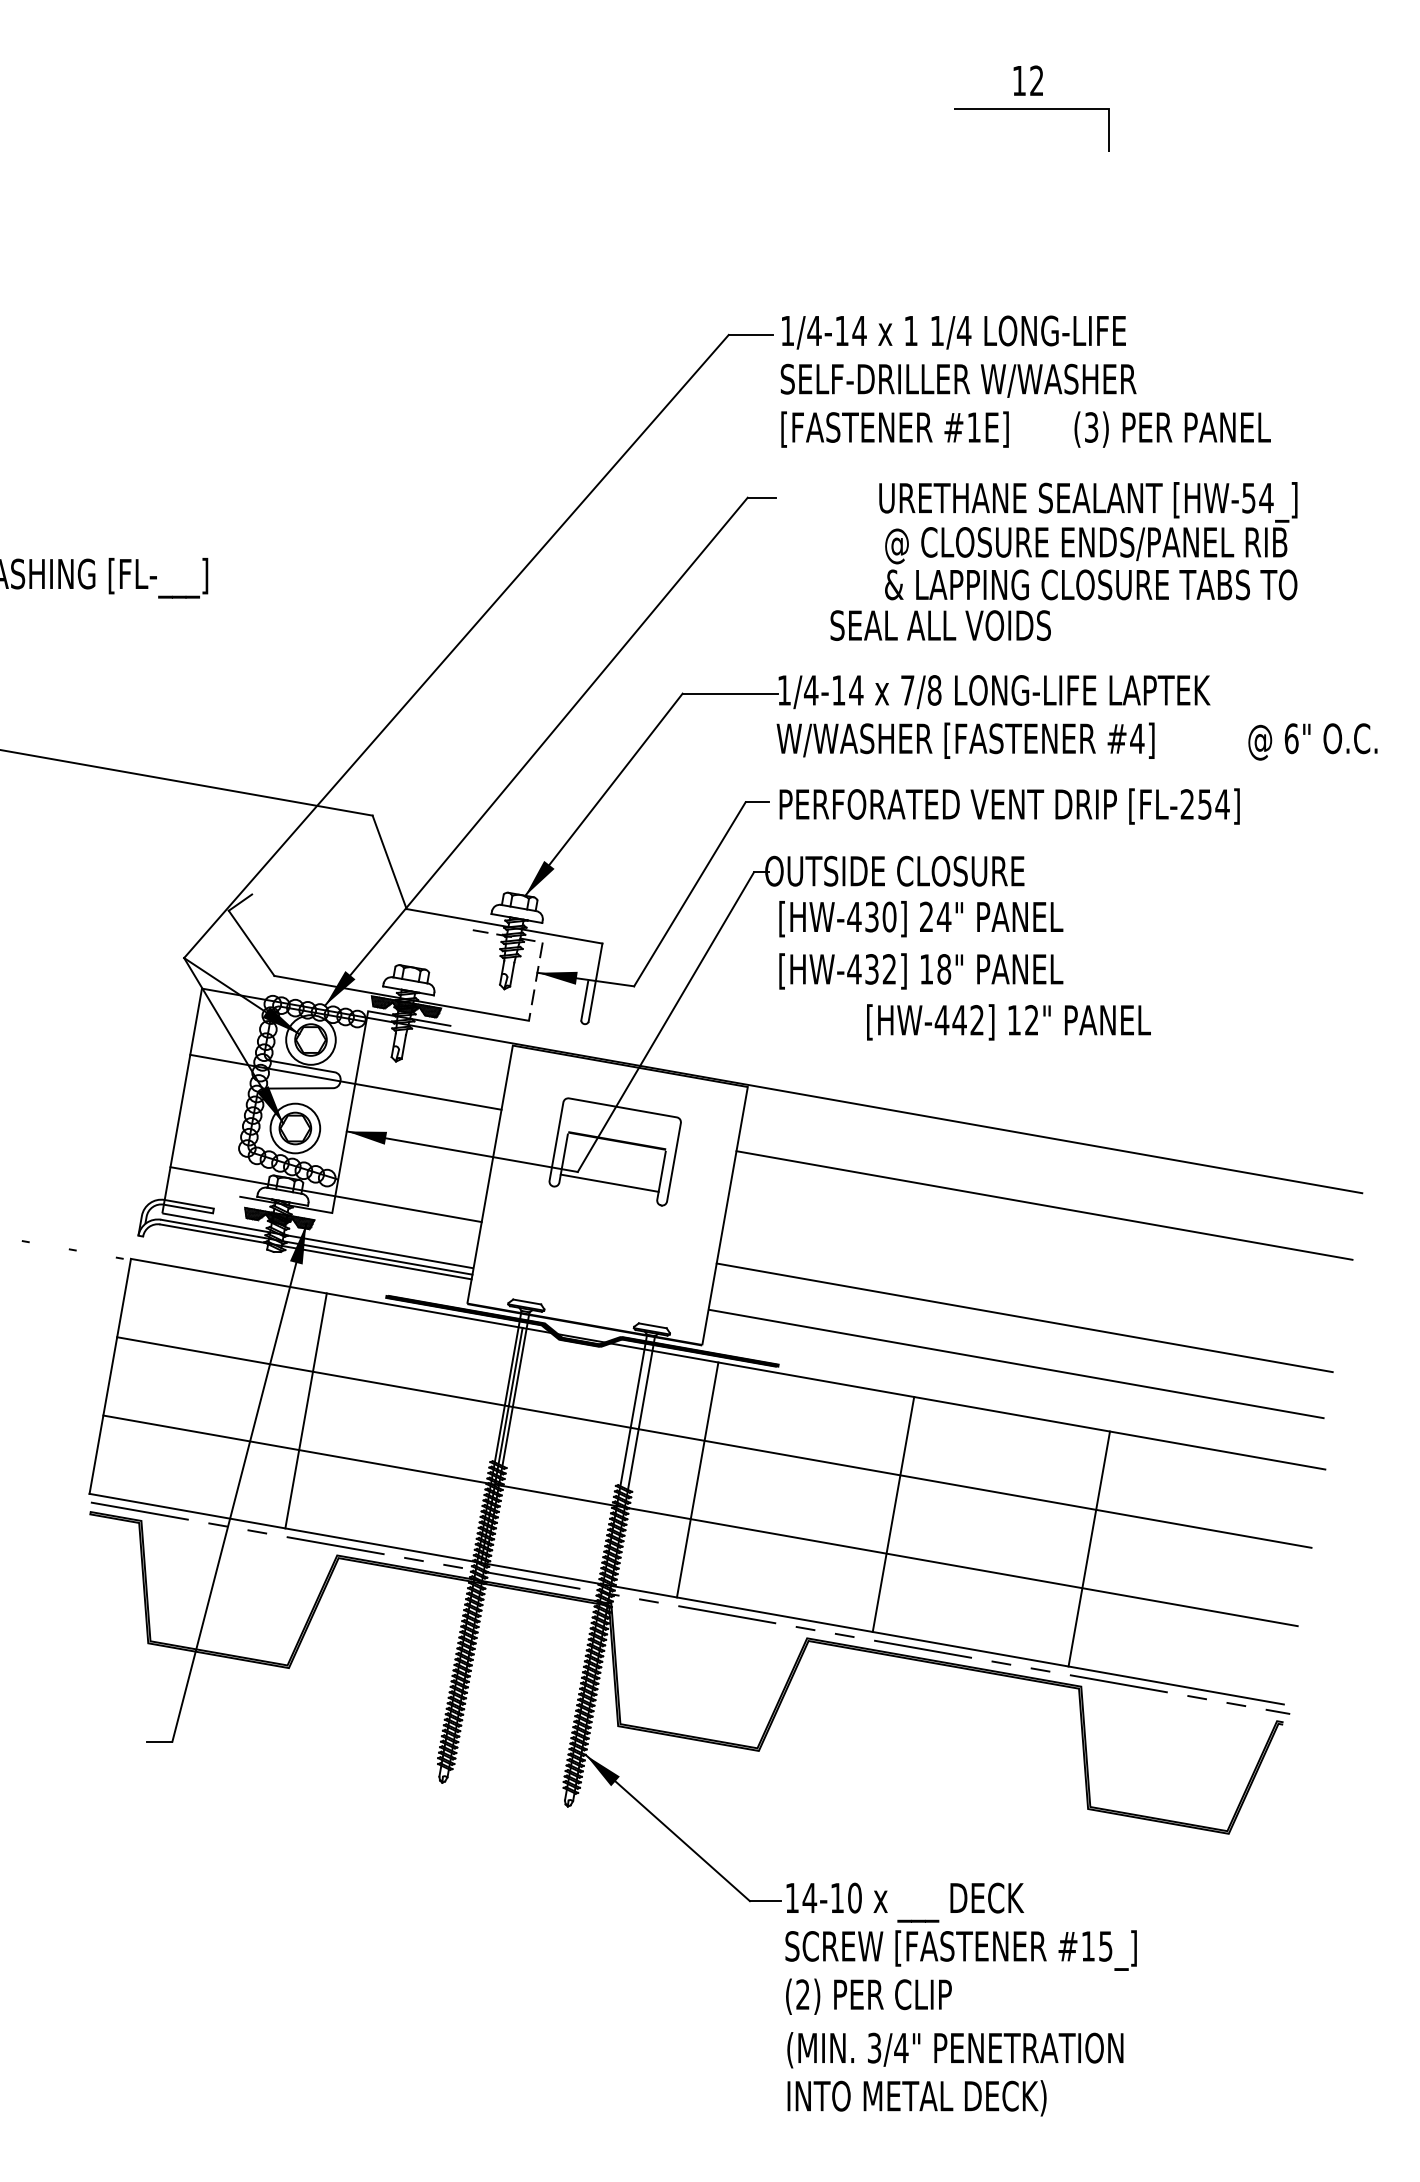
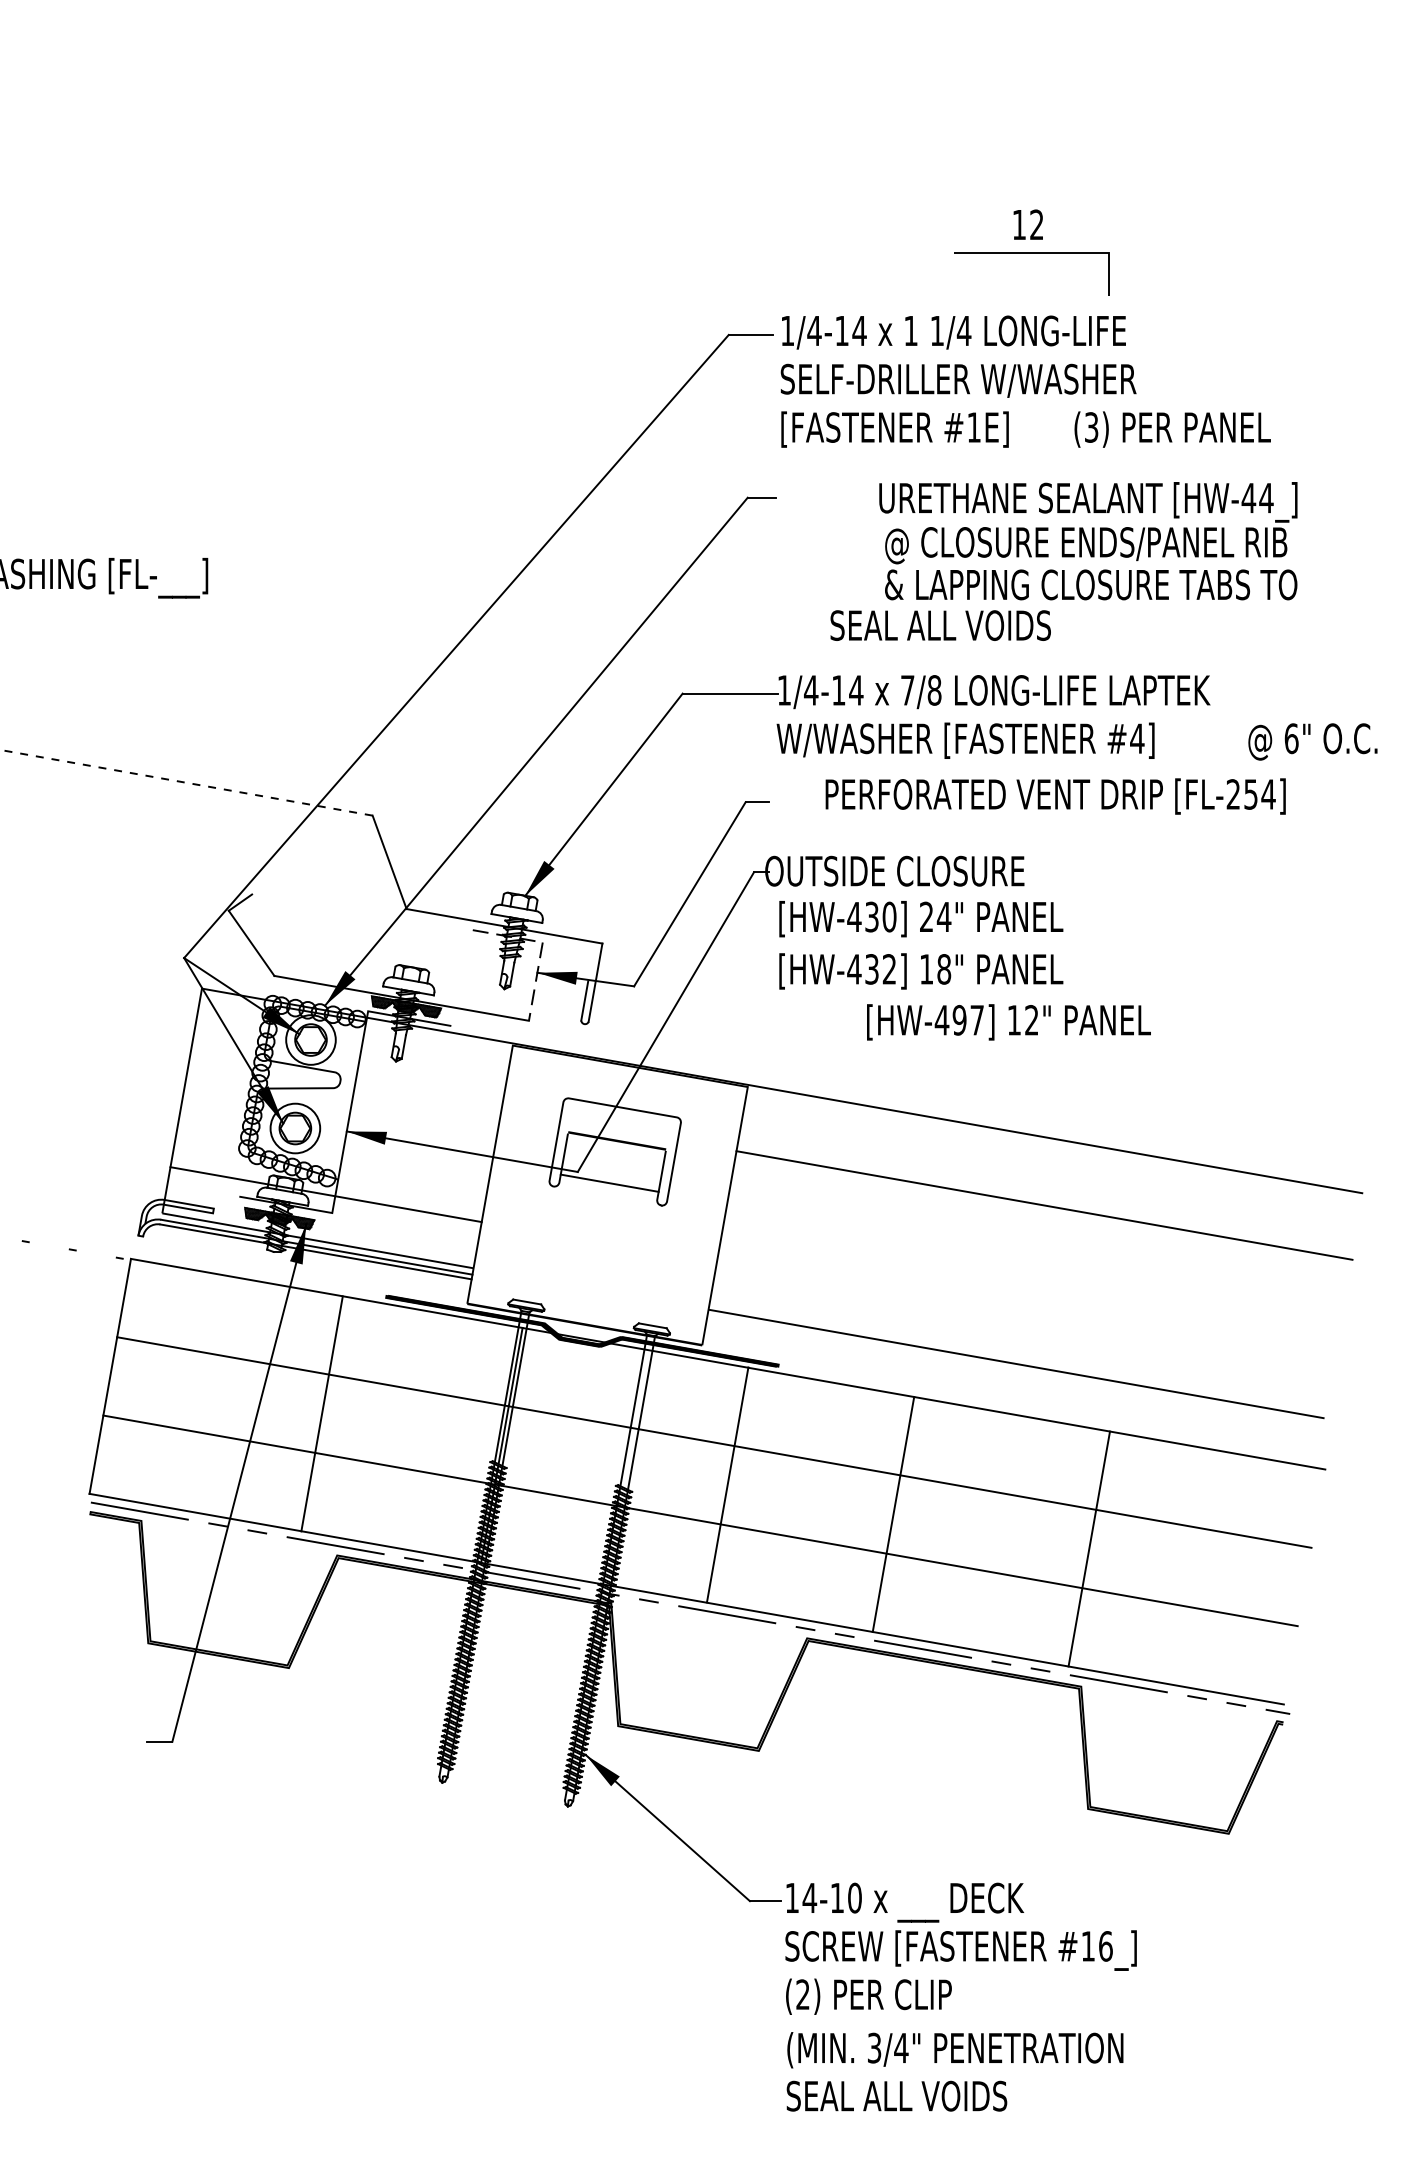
part at (1031, 108) position: (1031, 108) -> (1031, 252)
text at (1248, 498): [HW-54_] -> [HW-44_]
line at (186, 782): solid -> dashed
text at (1009, 806) position: (1009, 806) -> (1055, 796)
text at (967, 1019): [HW-442] -> [HW-497]
line at (345, 1081): present -> none
line at (1024, 1317): present -> none
line at (305, 1410) position: (305, 1410) -> (321, 1413)
line at (697, 1479) position: (697, 1479) -> (727, 1484)
text at (1105, 1946): #15_] -> #16_]
text at (916, 2098): INTO METAL DECK) -> SEAL ALL VOIDS
